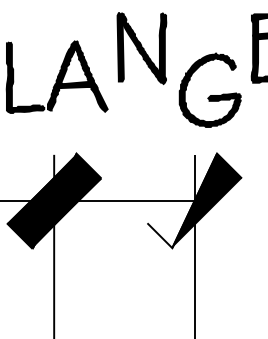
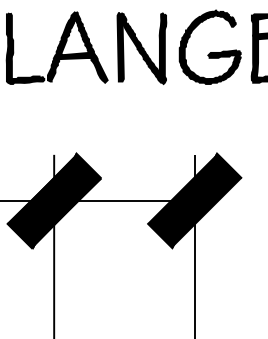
part at (56, 76) position: (56, 76) -> (56, 47)
part at (209, 89) position: (209, 89) -> (209, 46)
fill at (182, 200): none -> present
